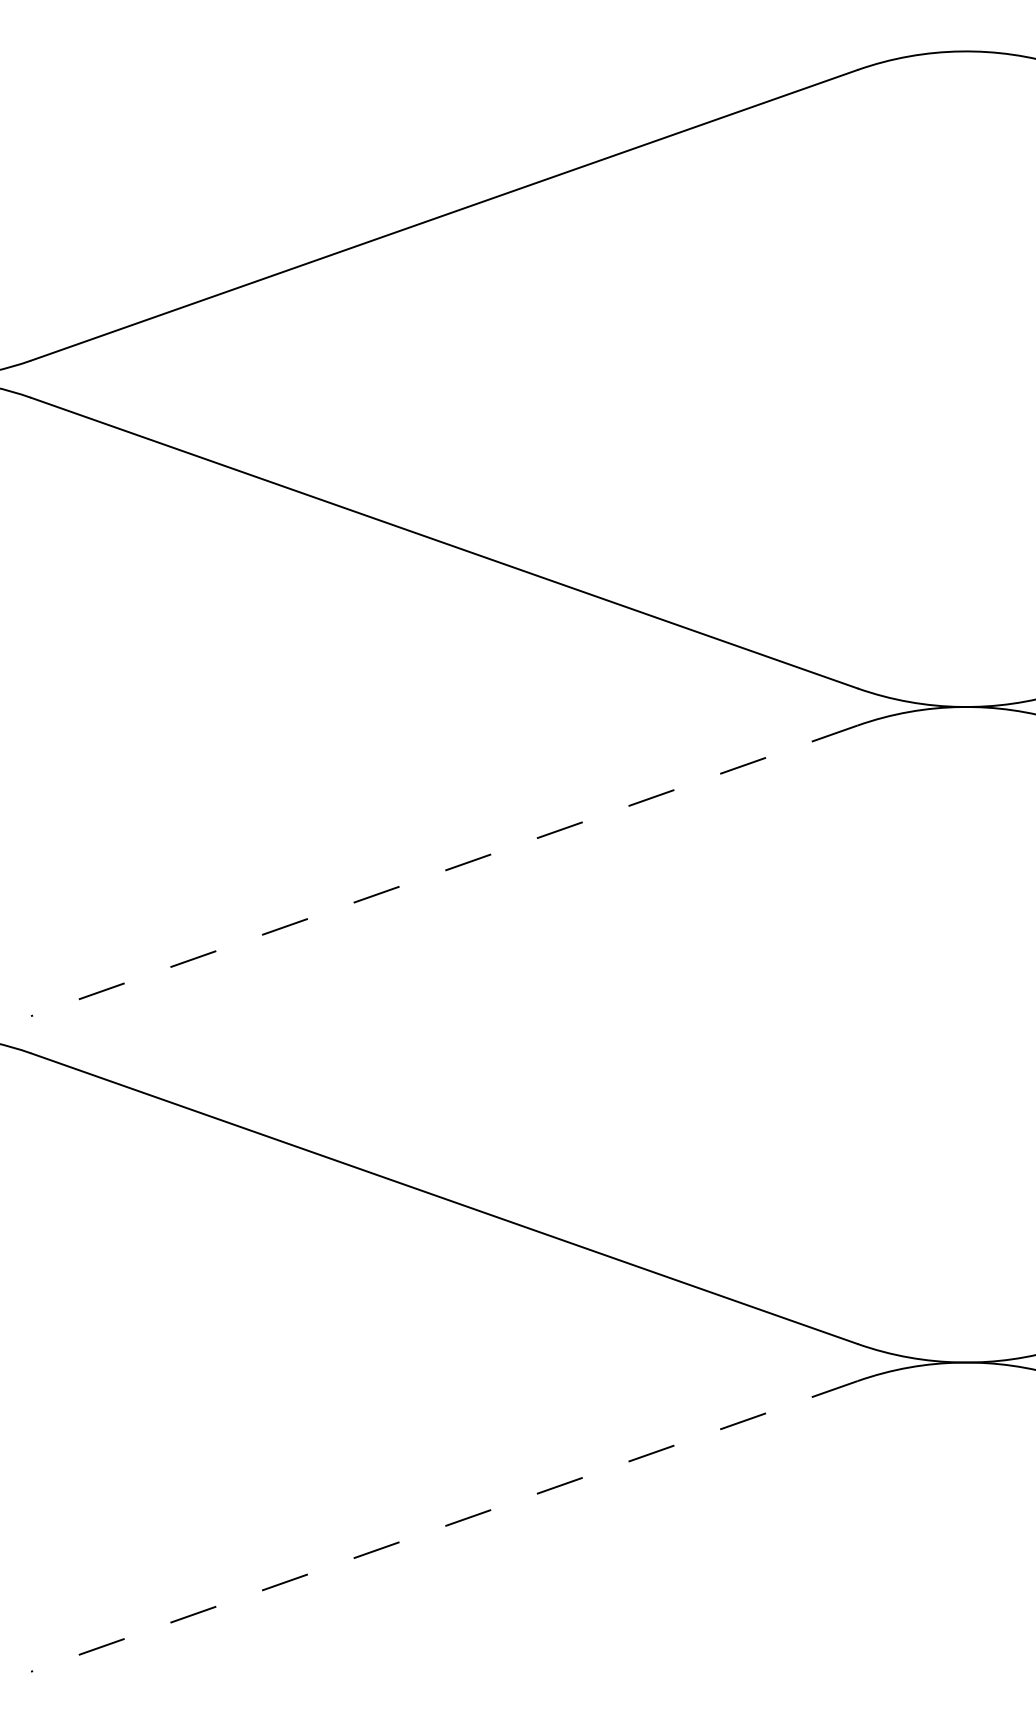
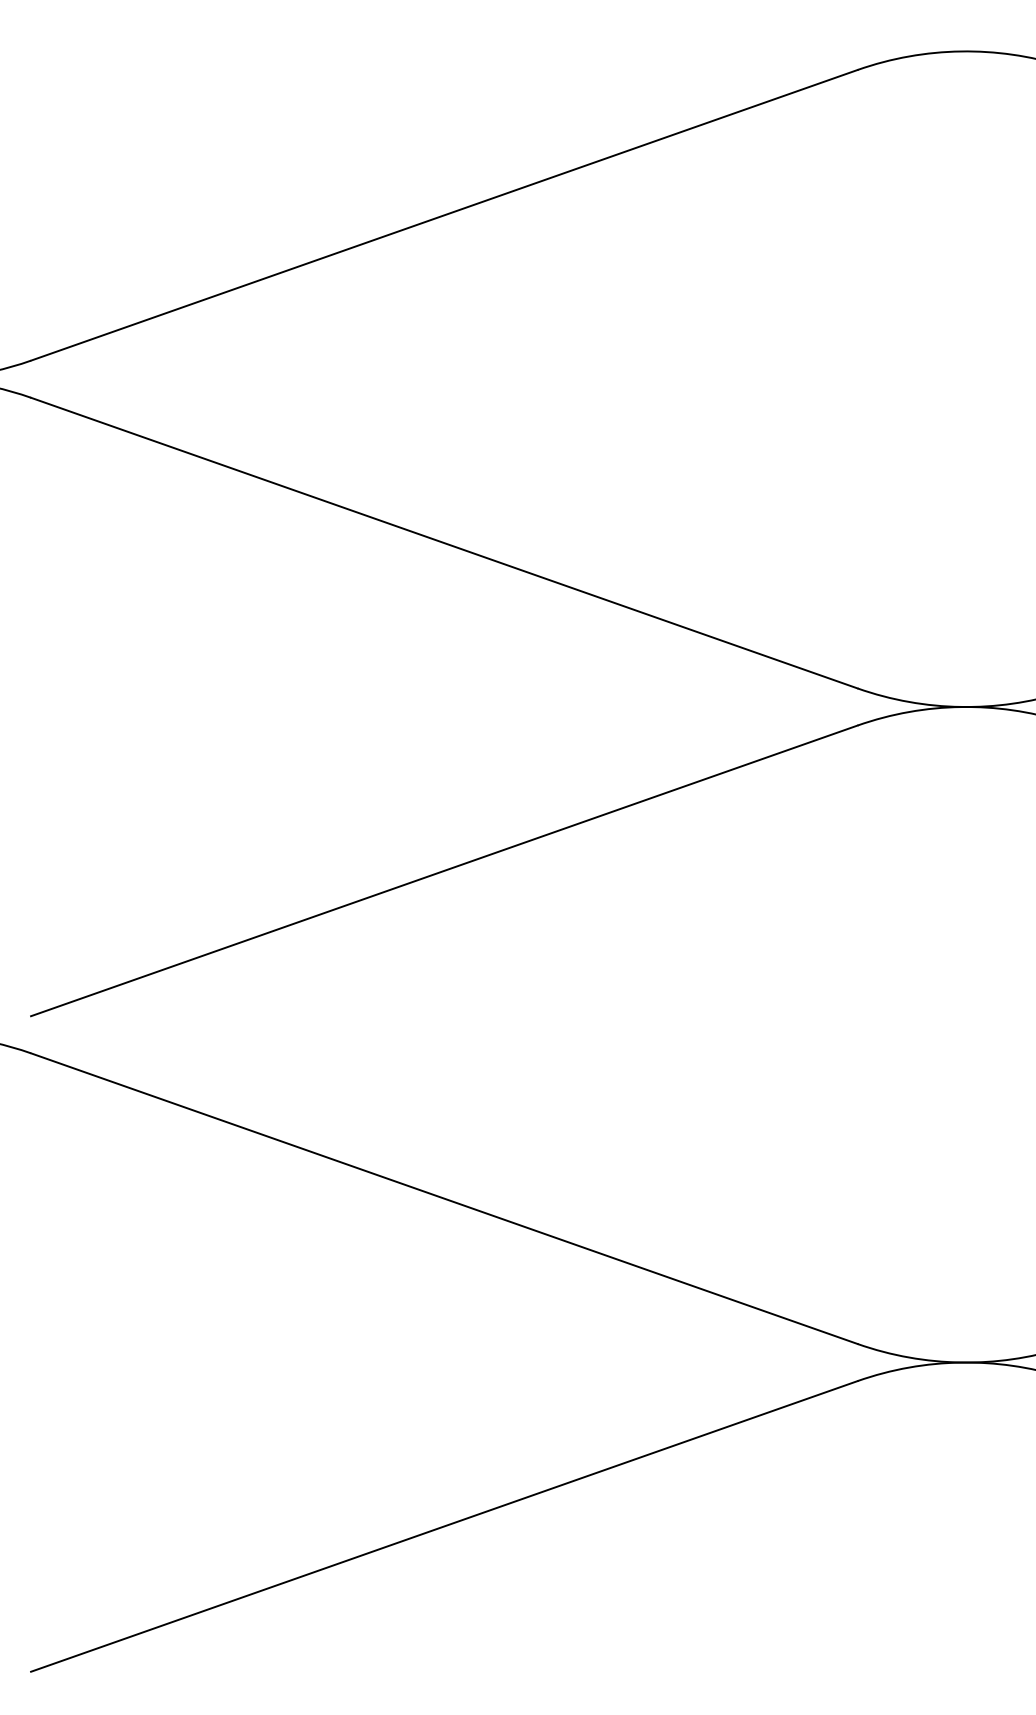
line at (443, 871): dashed -> solid
line at (443, 1526): dashed -> solid
